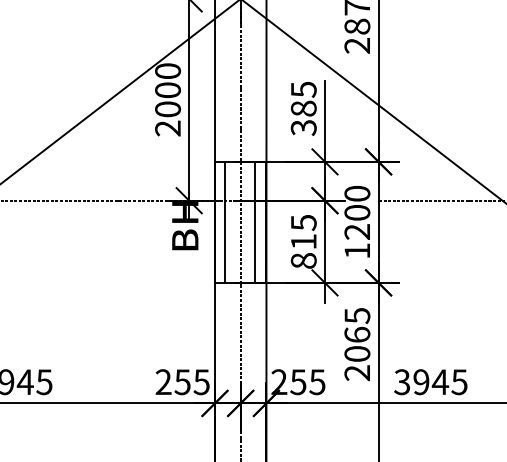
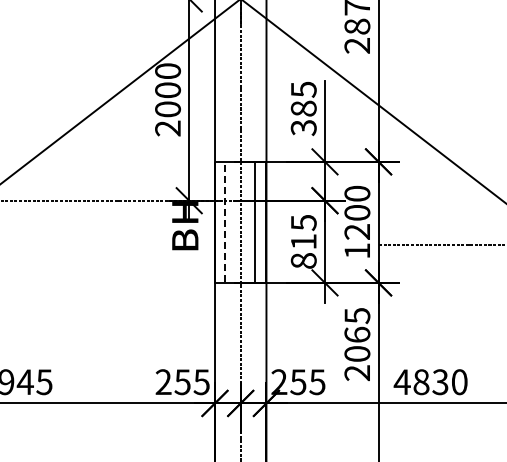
line at (440, 200) position: (440, 200) -> (440, 244)
line at (225, 221): solid -> dashed
text at (430, 382): 3945 -> 4830
